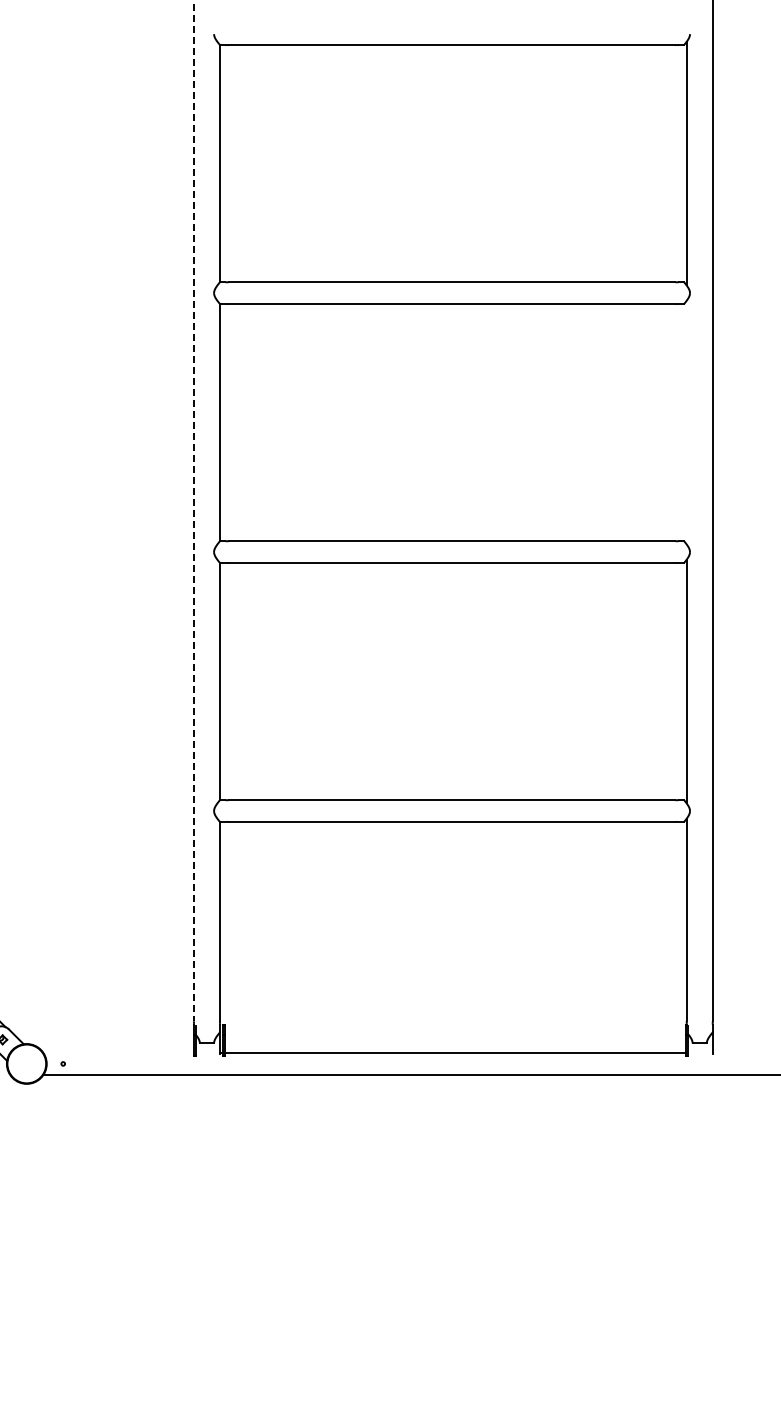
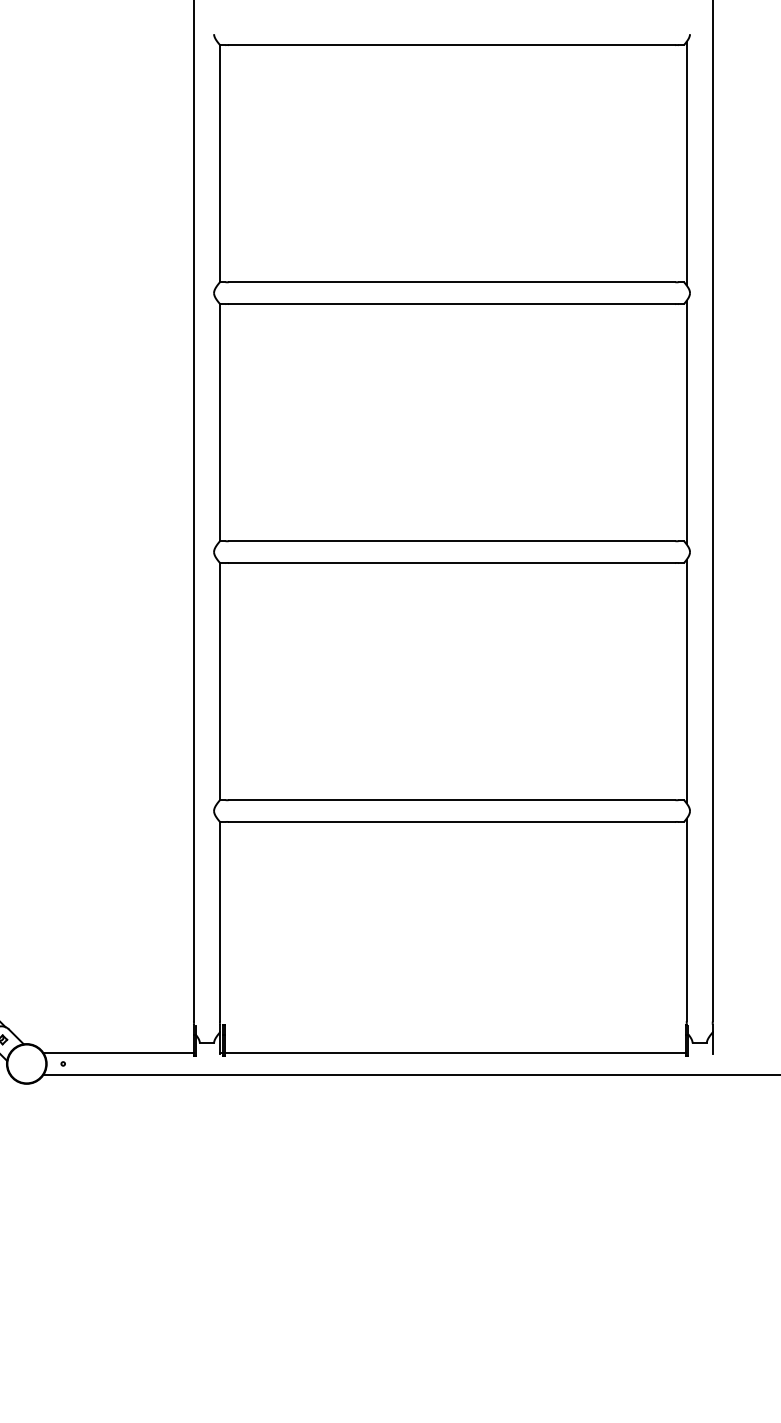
line at (686, 422): none -> present
line at (193, 511): dashed -> solid
line at (118, 1052): none -> present
